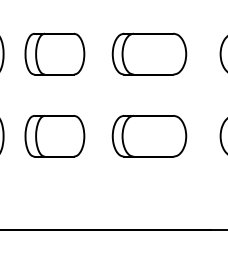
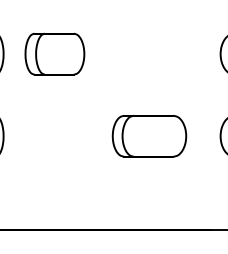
part at (149, 53): present -> none
part at (54, 136): present -> none
